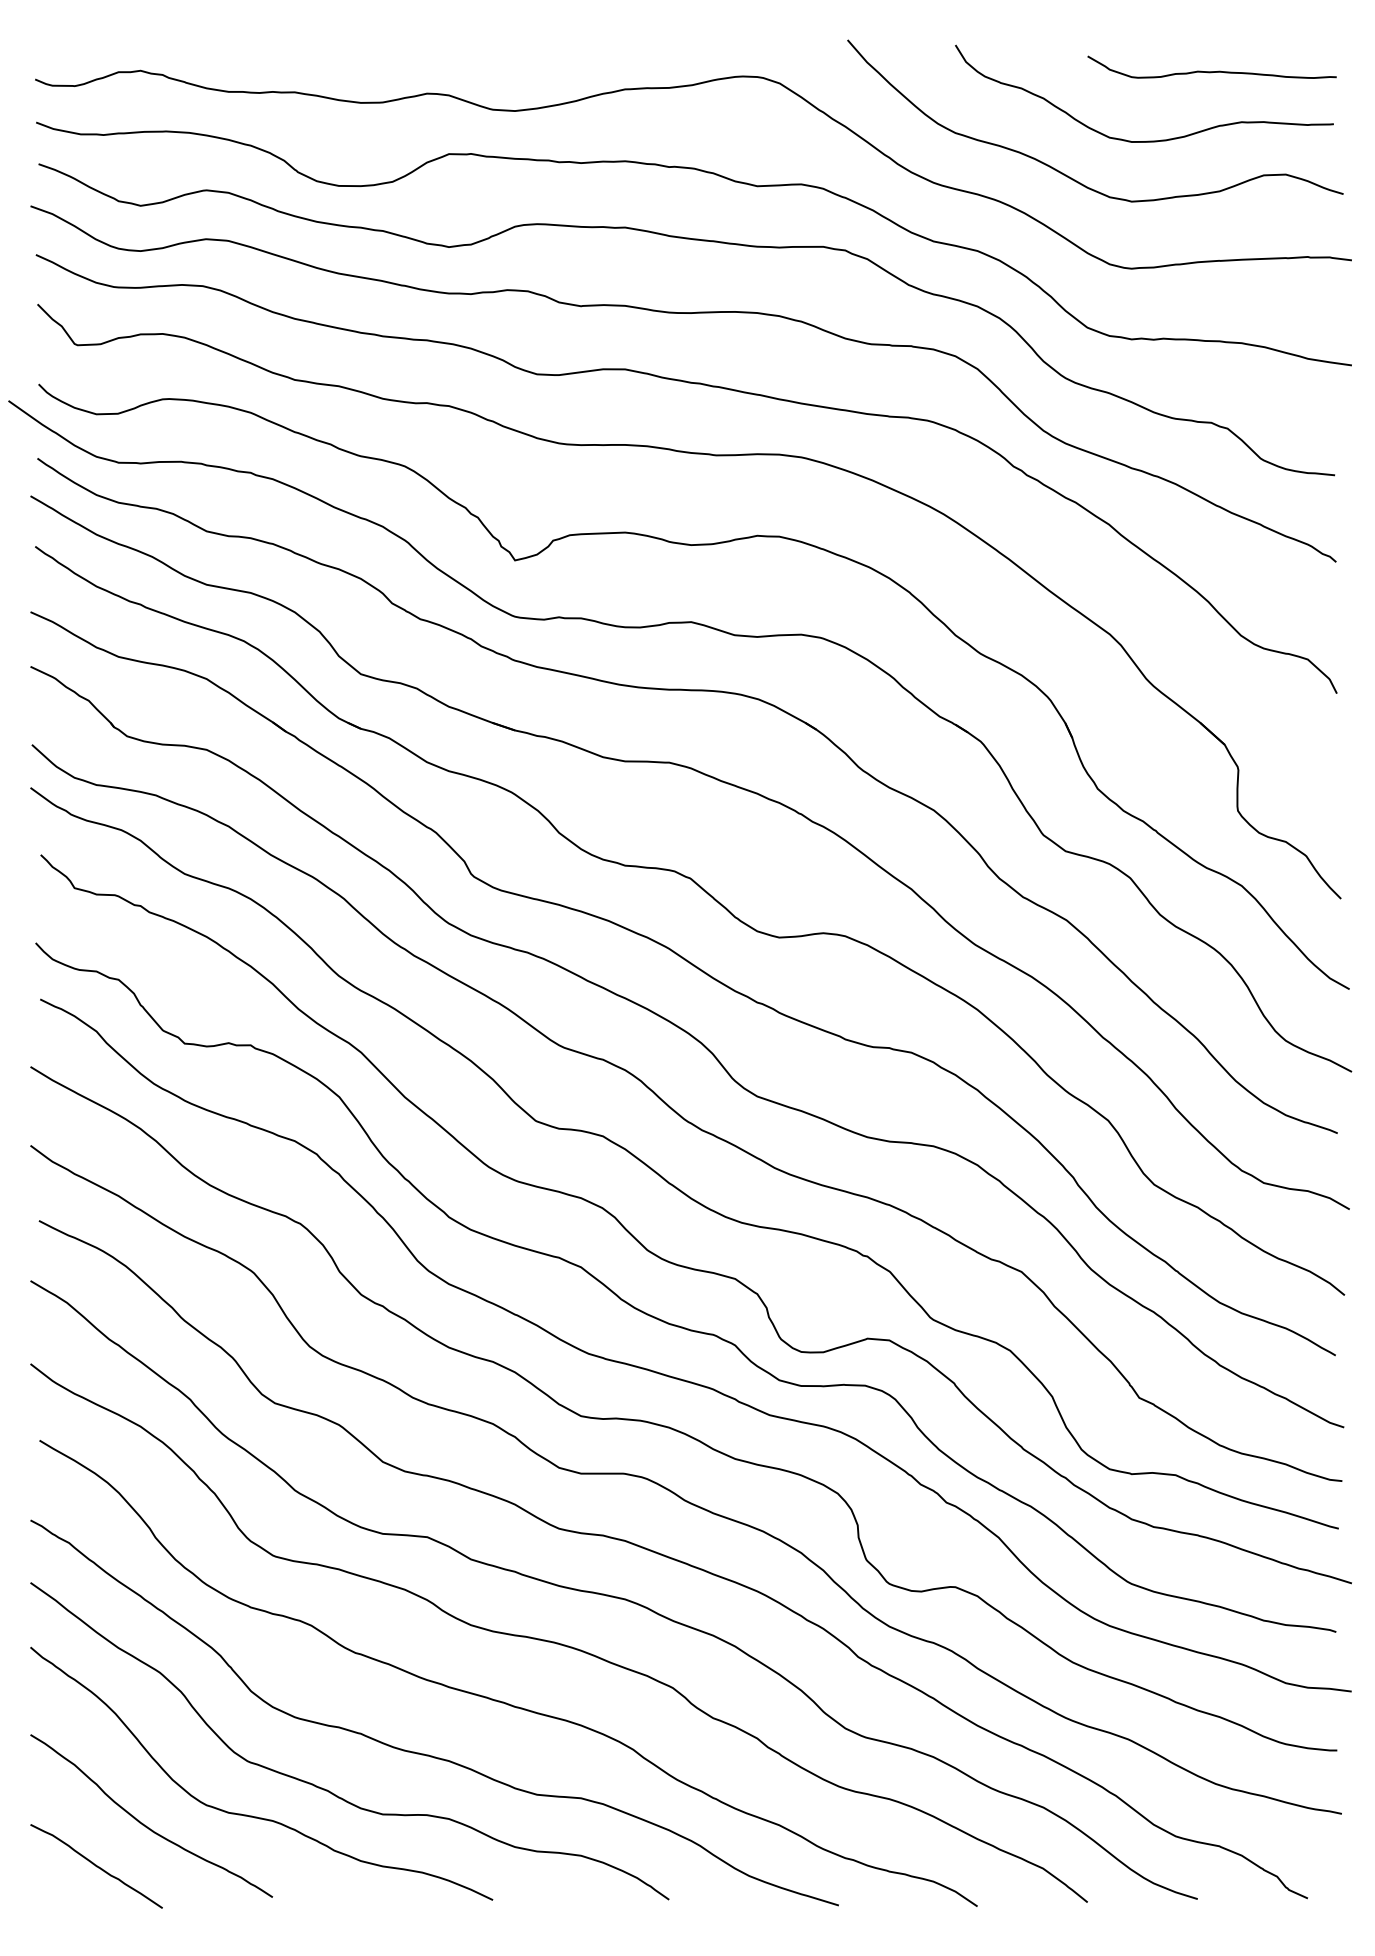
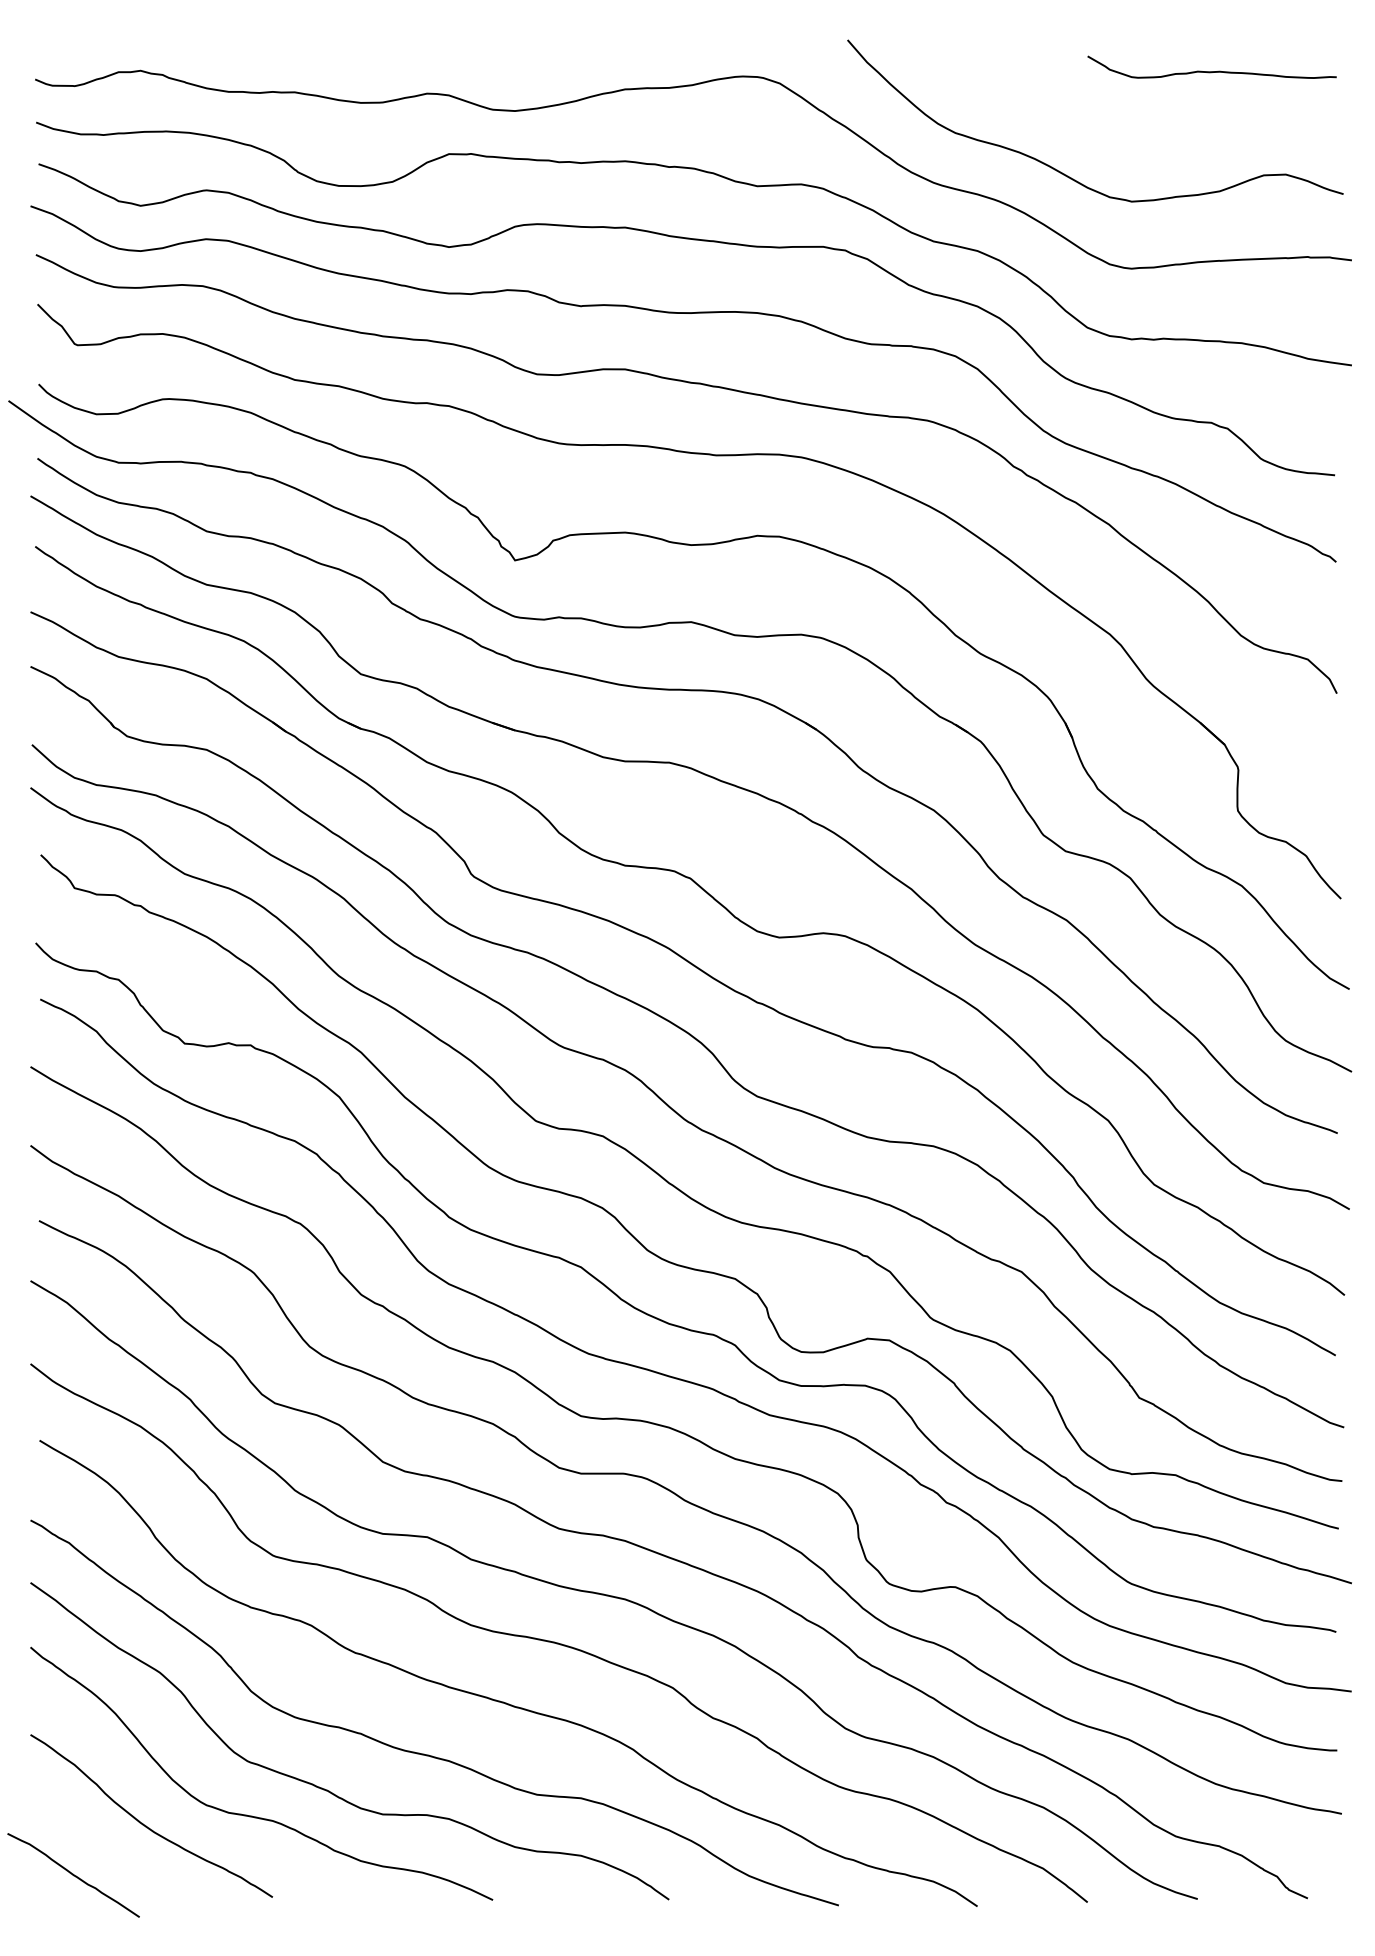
curve at (1147, 140): present -> none
curve at (96, 1866) position: (96, 1866) -> (73, 1875)
